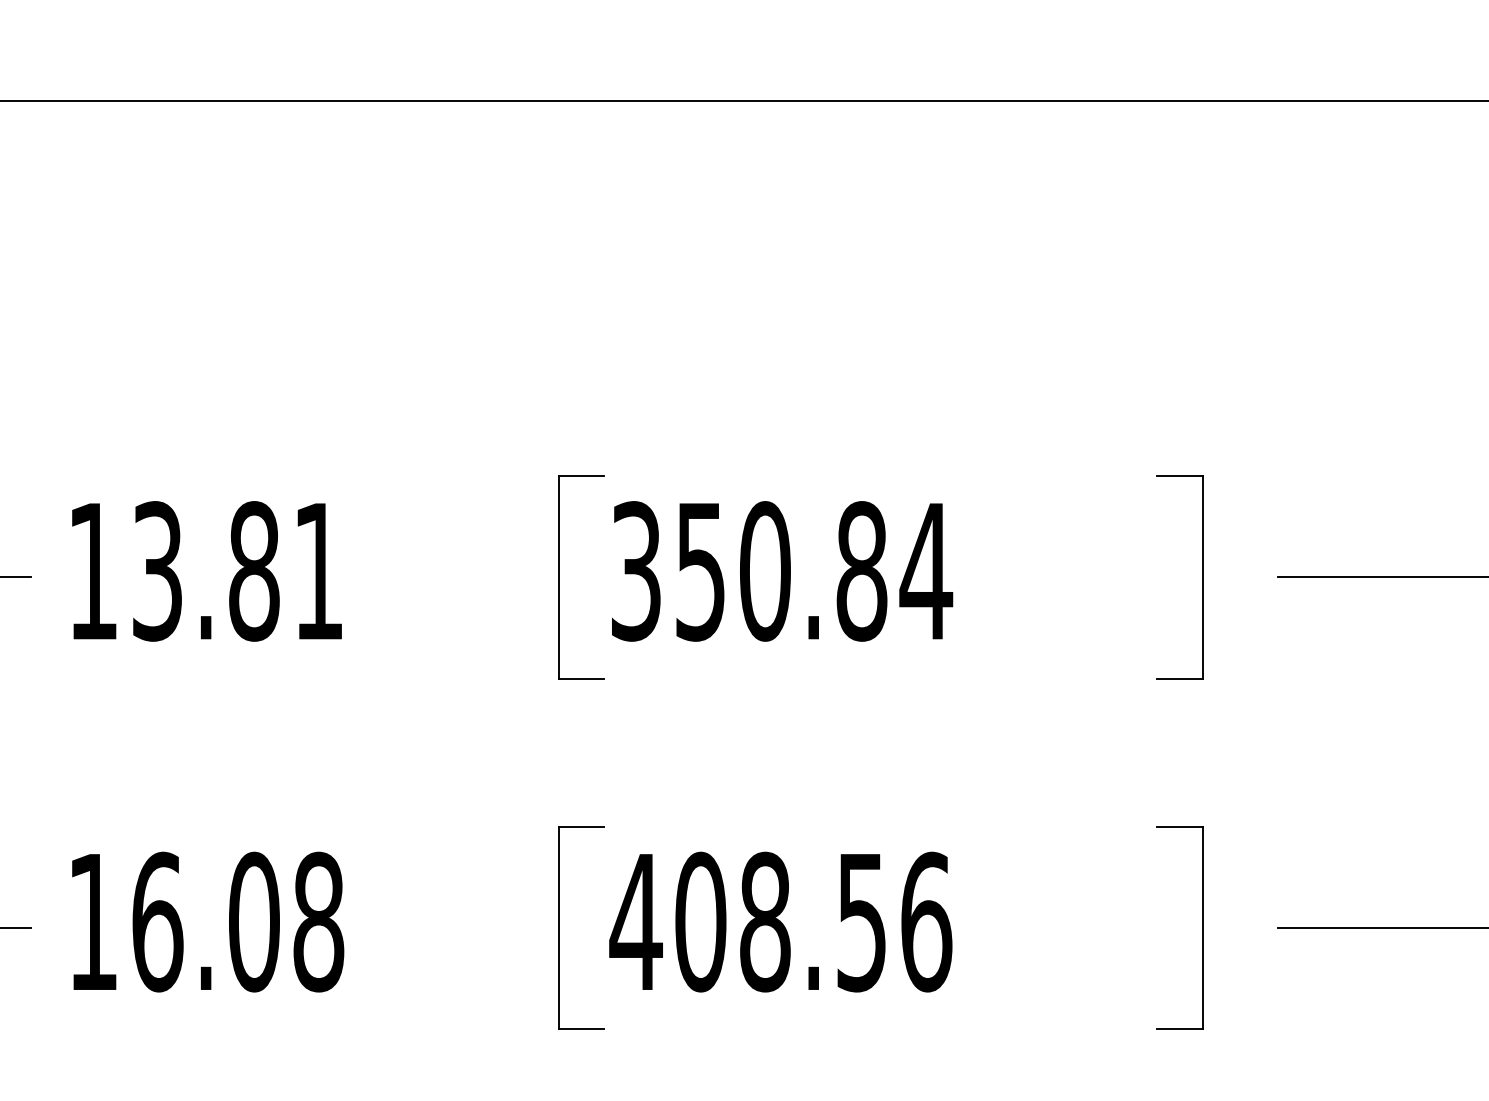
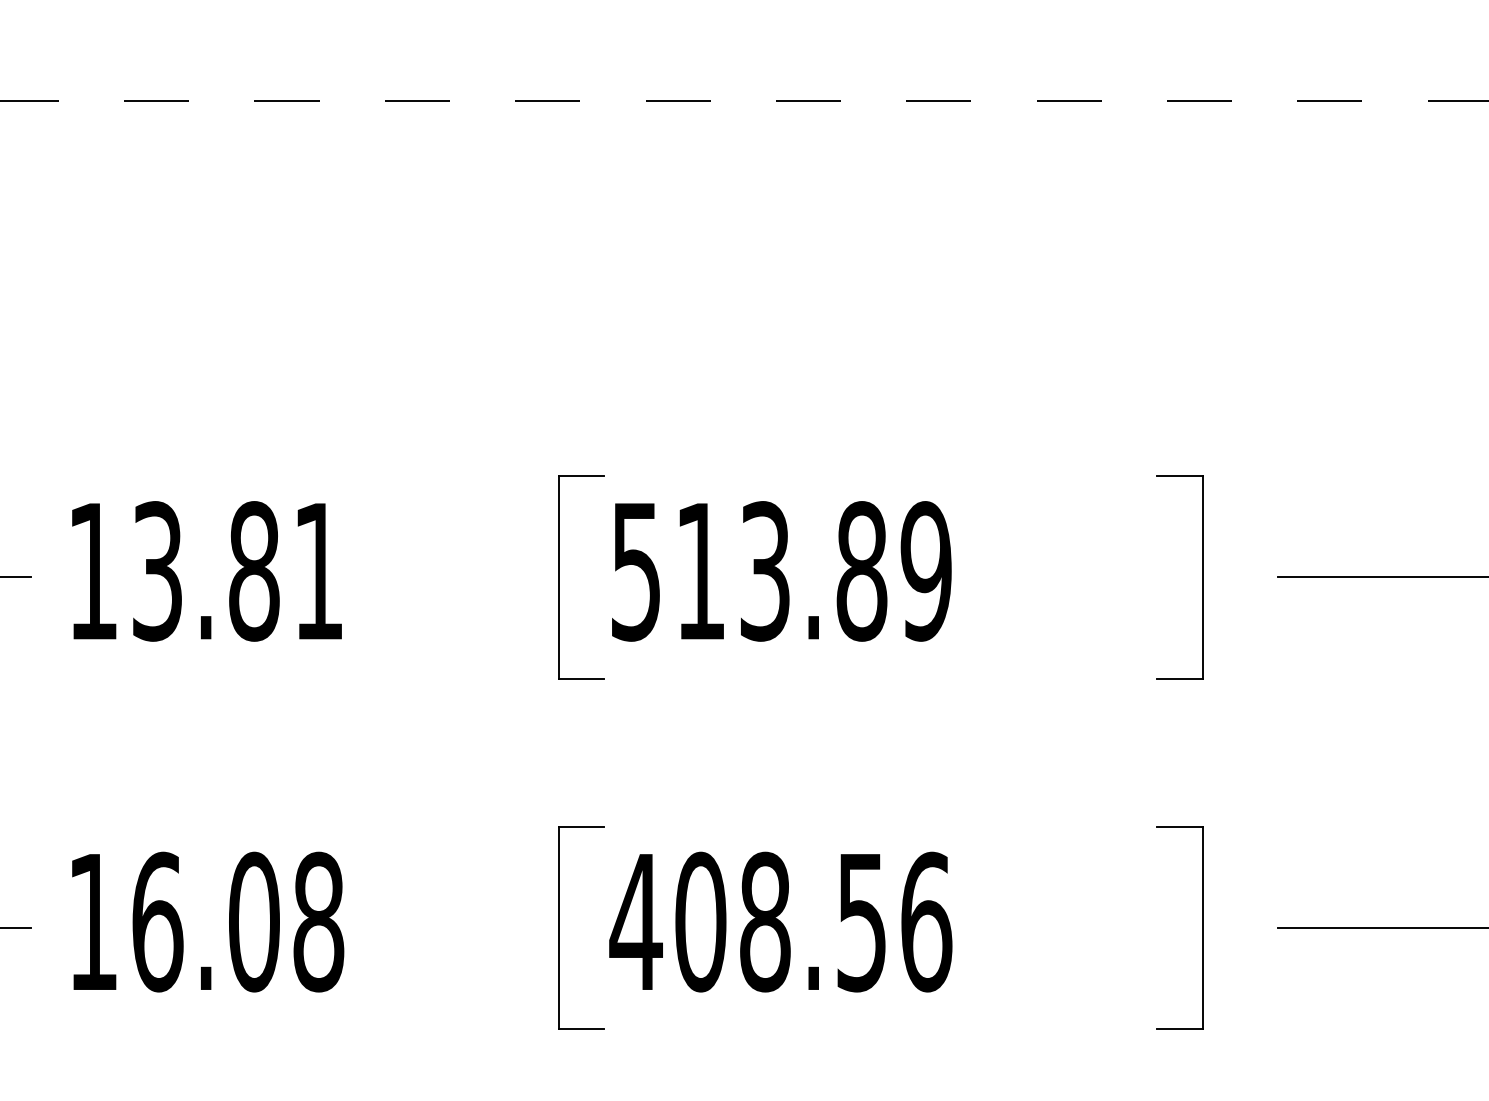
line at (744, 101): solid -> dashed
text at (782, 571): 350.84 -> 513.89
